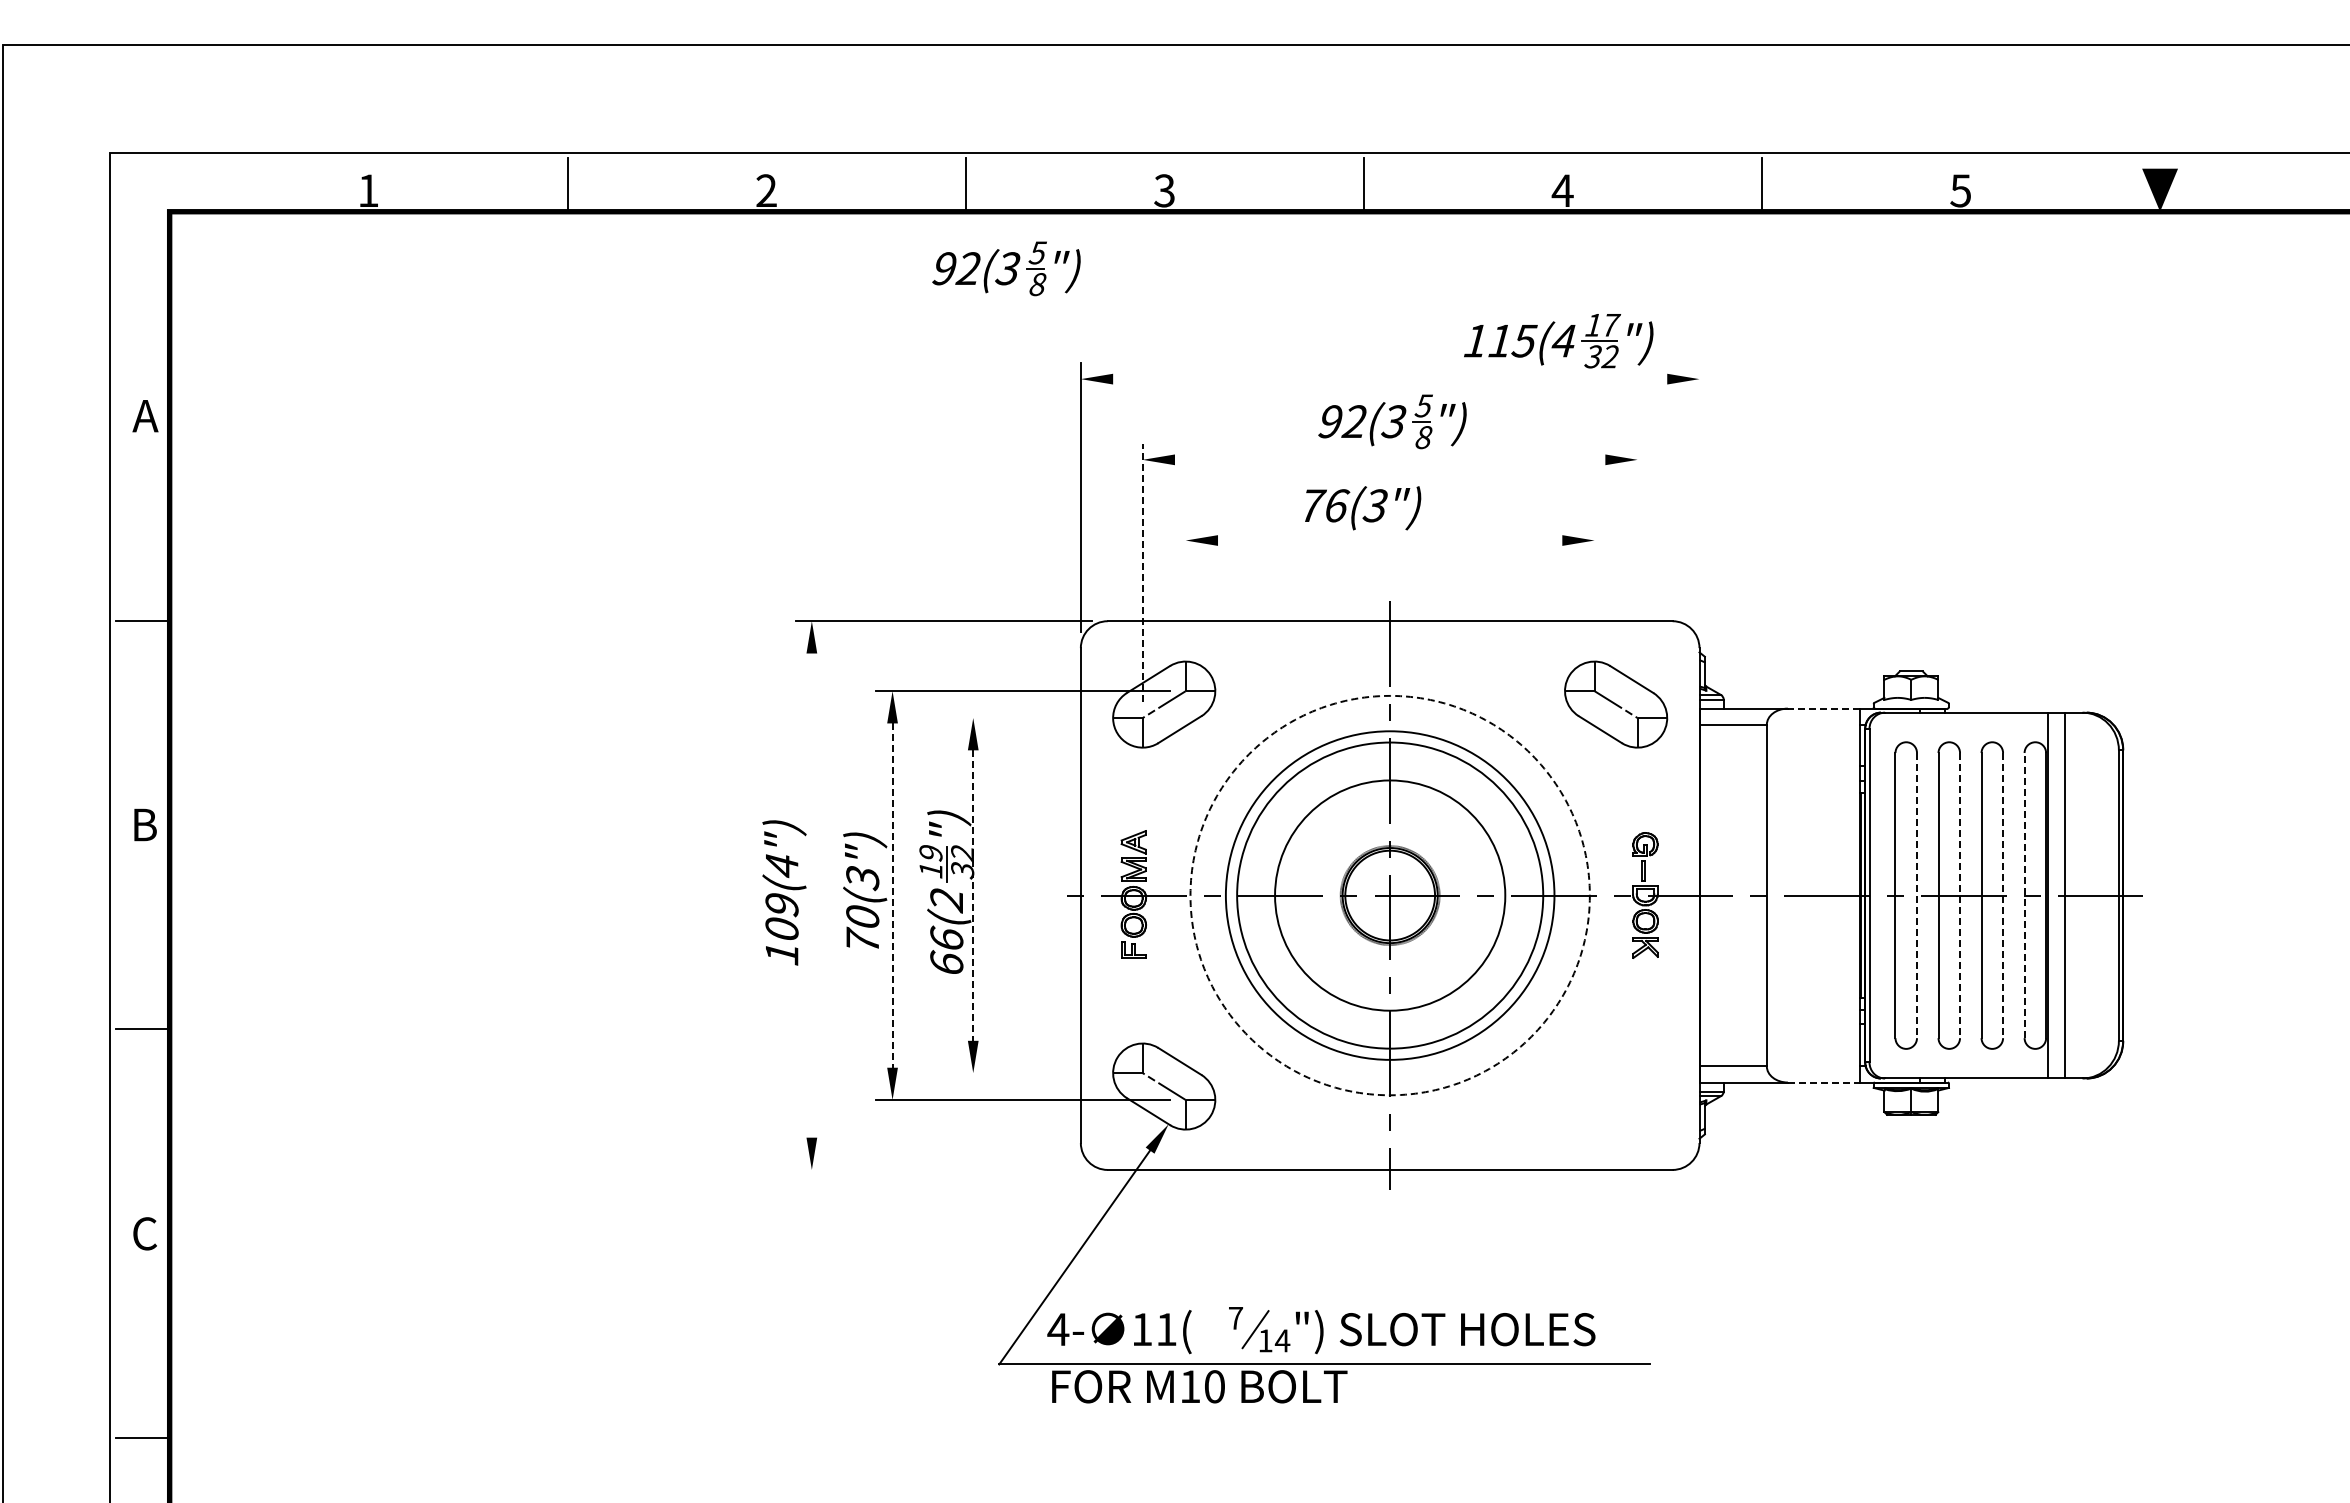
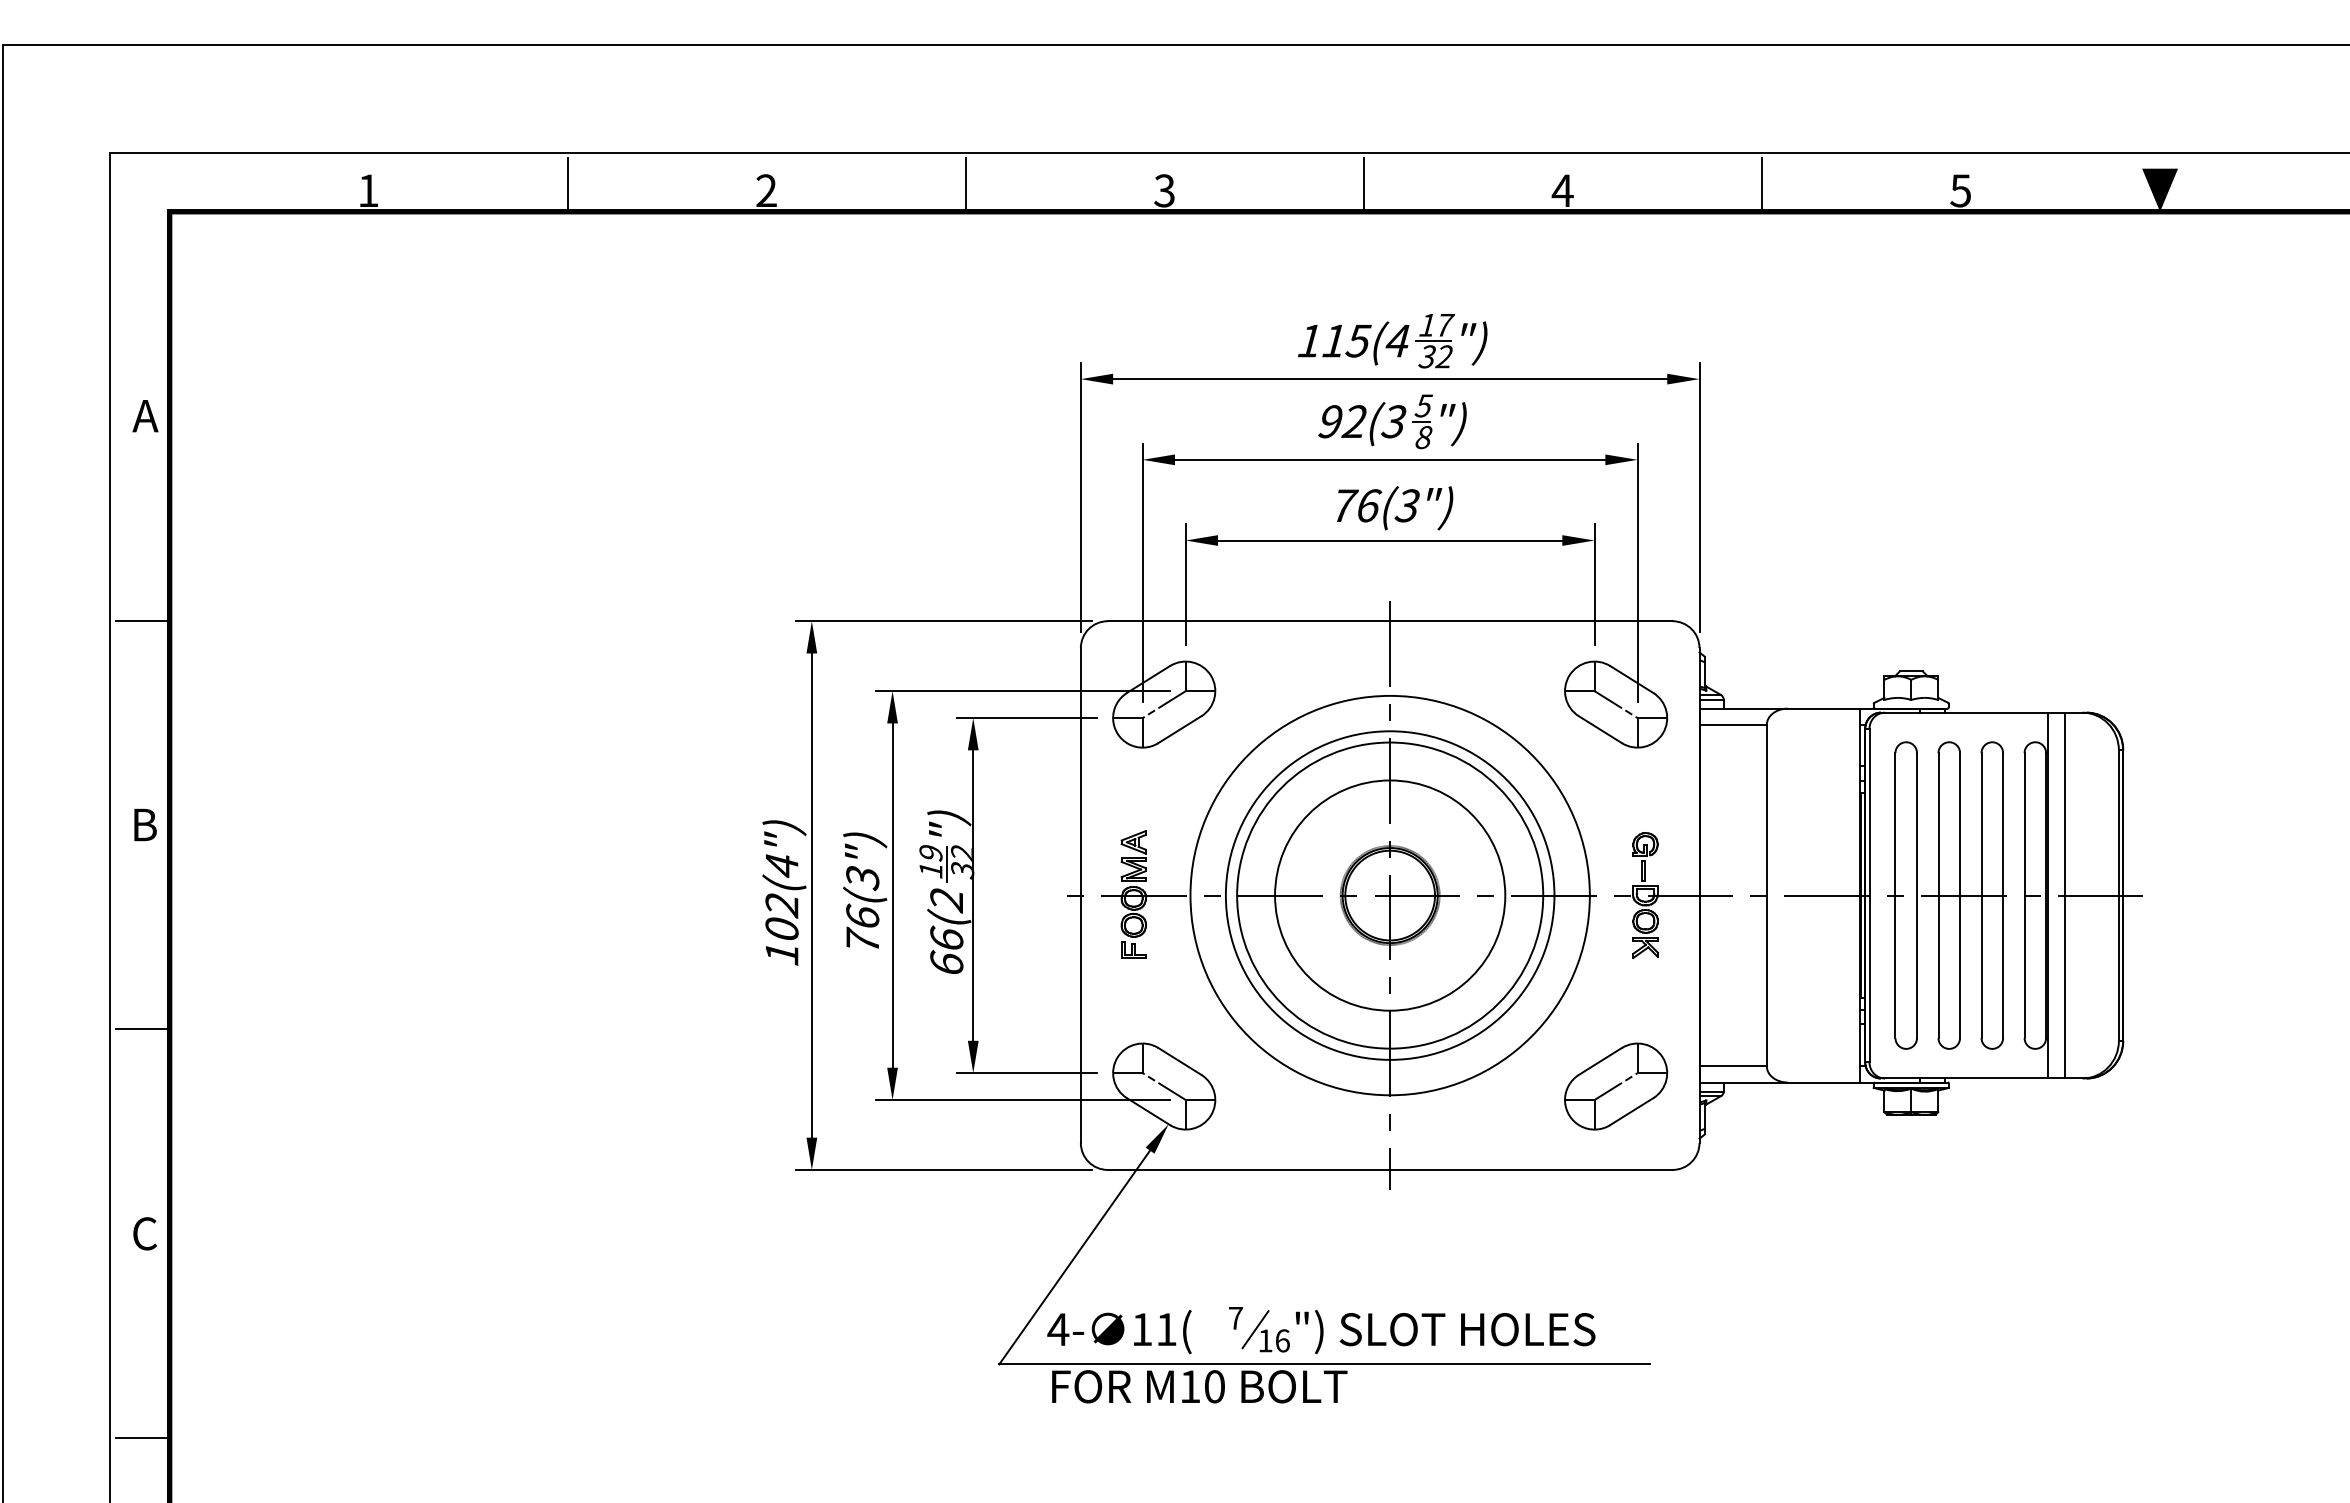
part at (1006, 268): present -> none
part at (1558, 341) position: (1558, 341) -> (1392, 341)
line at (1390, 379): none -> present
line at (1389, 459): none -> present
line at (1699, 497): none -> present
text at (1363, 508) position: (1363, 508) -> (1395, 508)
line at (1390, 540): none -> present
line at (1142, 572): dashed -> solid
line at (1637, 572): none -> present
line at (1185, 584): none -> present
line at (1594, 584): none -> present
line at (1823, 708): dashed -> solid
line at (1026, 718): none -> present
line at (811, 895): none -> present
circle at (1389, 895): dashed -> solid
line at (1917, 895): dashed -> solid
line at (1960, 895): dashed -> solid
line at (2003, 895): dashed -> solid
line at (2024, 895): dashed -> solid
line at (892, 896): dashed -> solid
line at (973, 896): dashed -> solid
text at (782, 905): 109(4") -> 102(4")
text at (862, 915): 70(3") -> 76(3")
line at (1026, 1073): none -> present
line at (1824, 1082): dashed -> solid
part at (1616, 1086): none -> present
line at (943, 1169): none -> present
text at (1282, 1340): 14 -> 16
